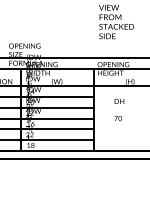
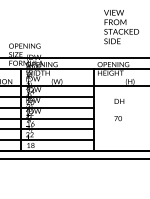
text at (116, 22) position: (116, 22) -> (121, 27)
